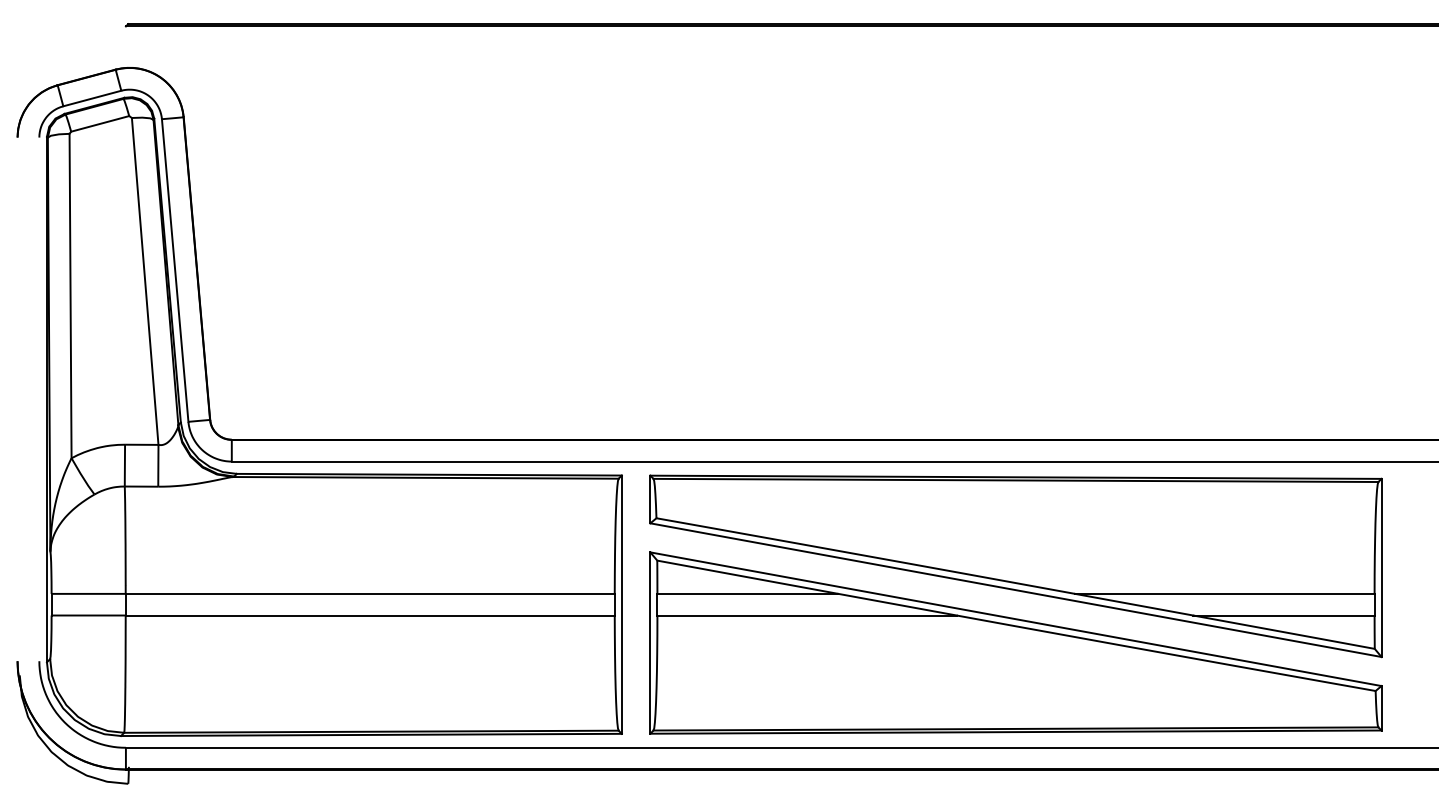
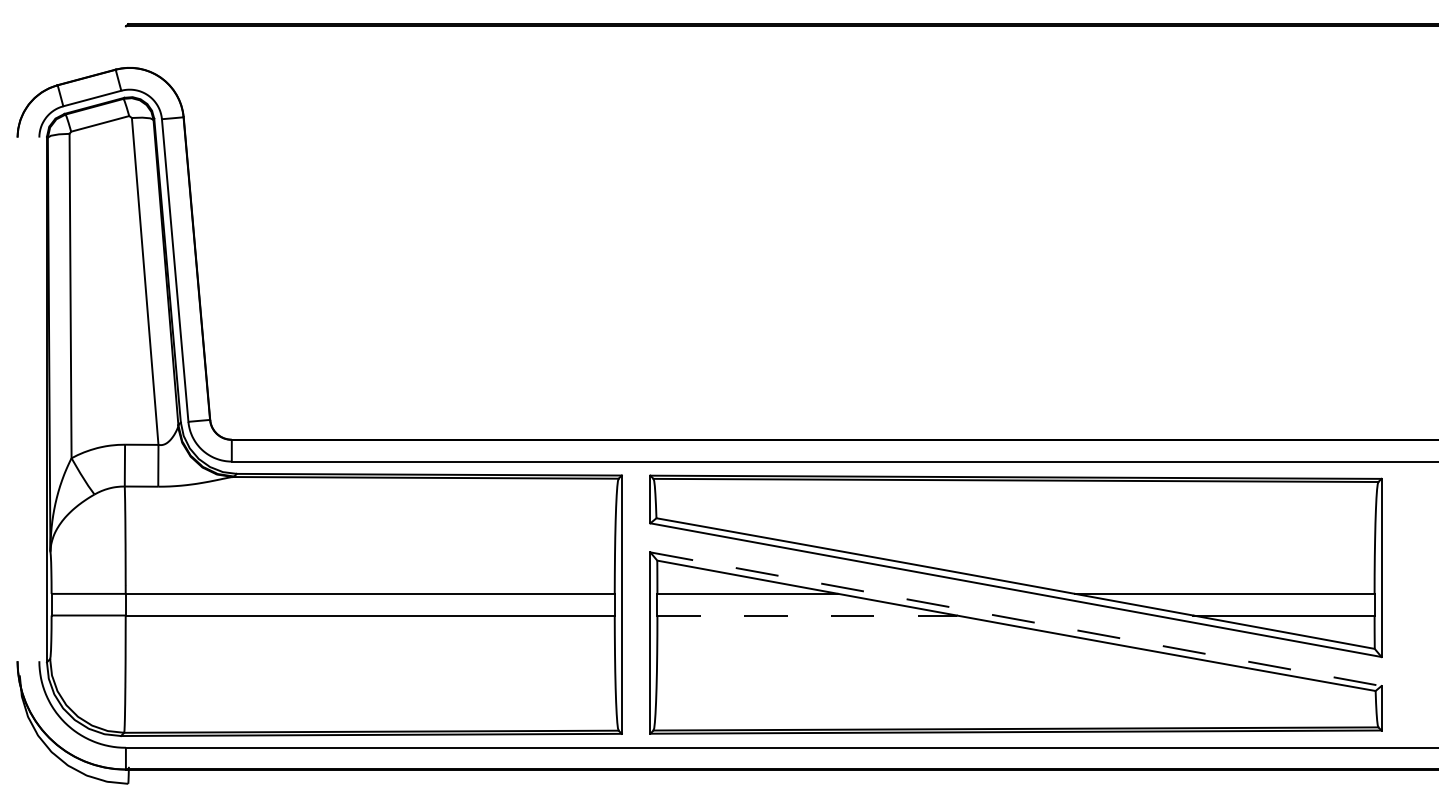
line at (807, 615): solid -> dashed
line at (1015, 619): solid -> dashed
